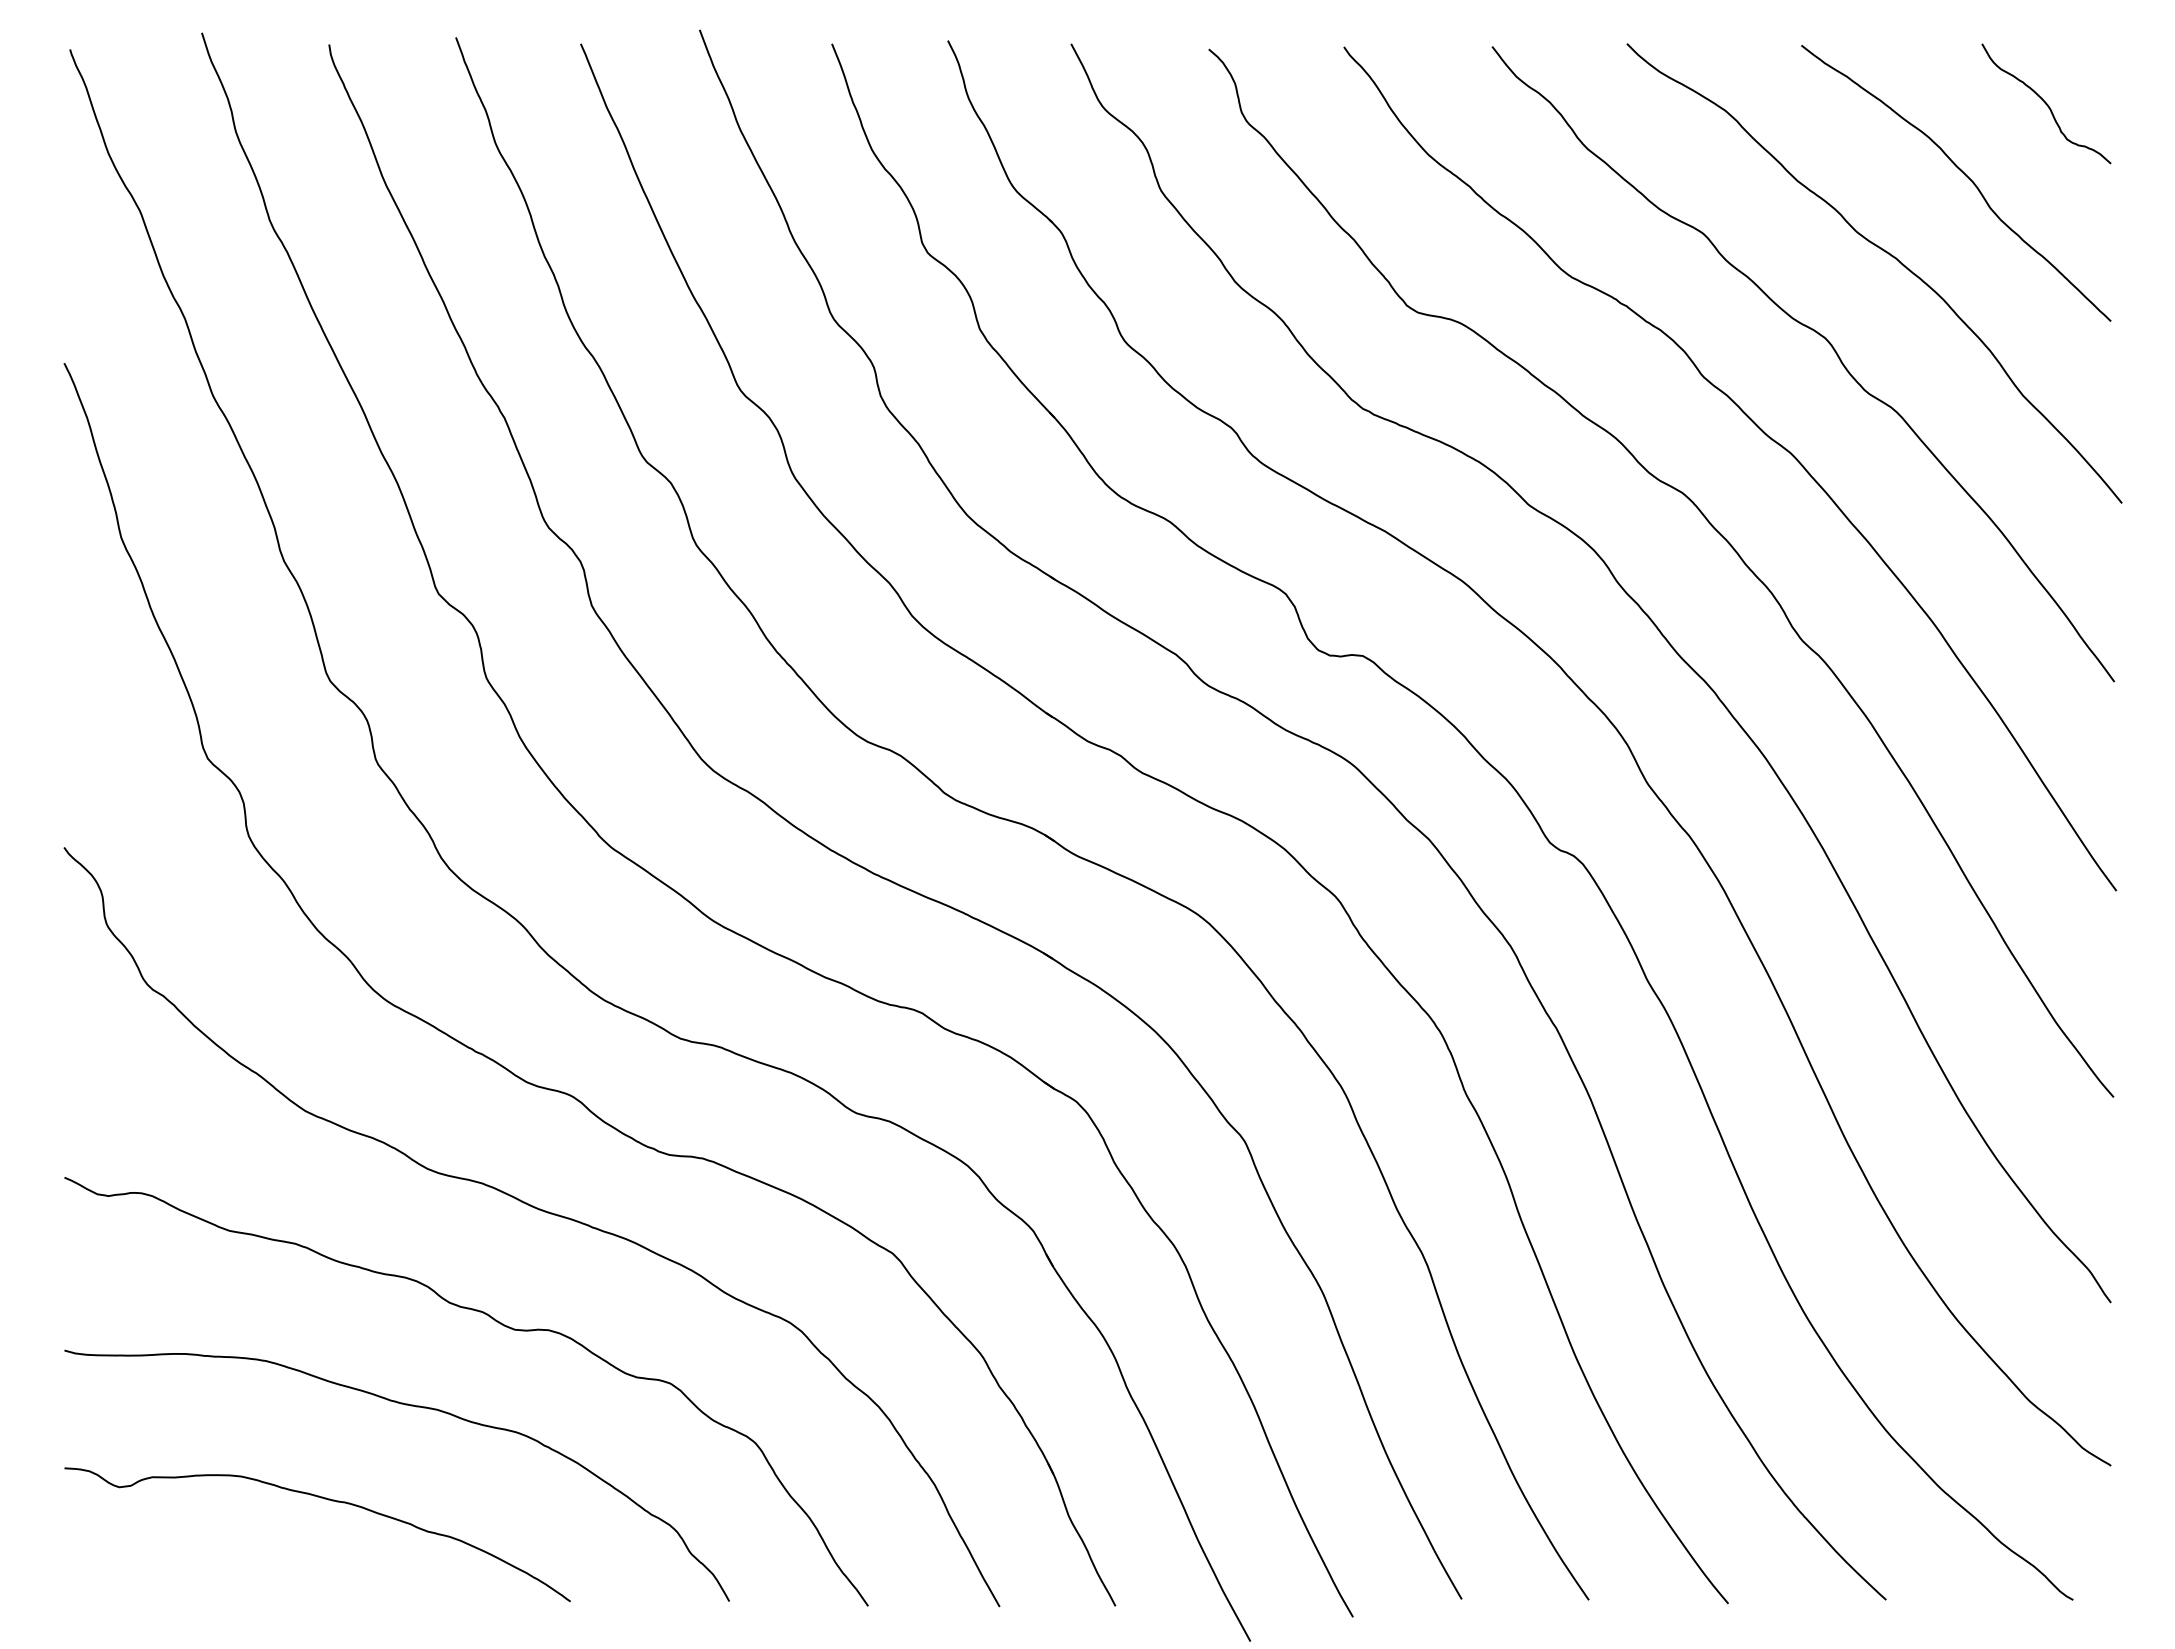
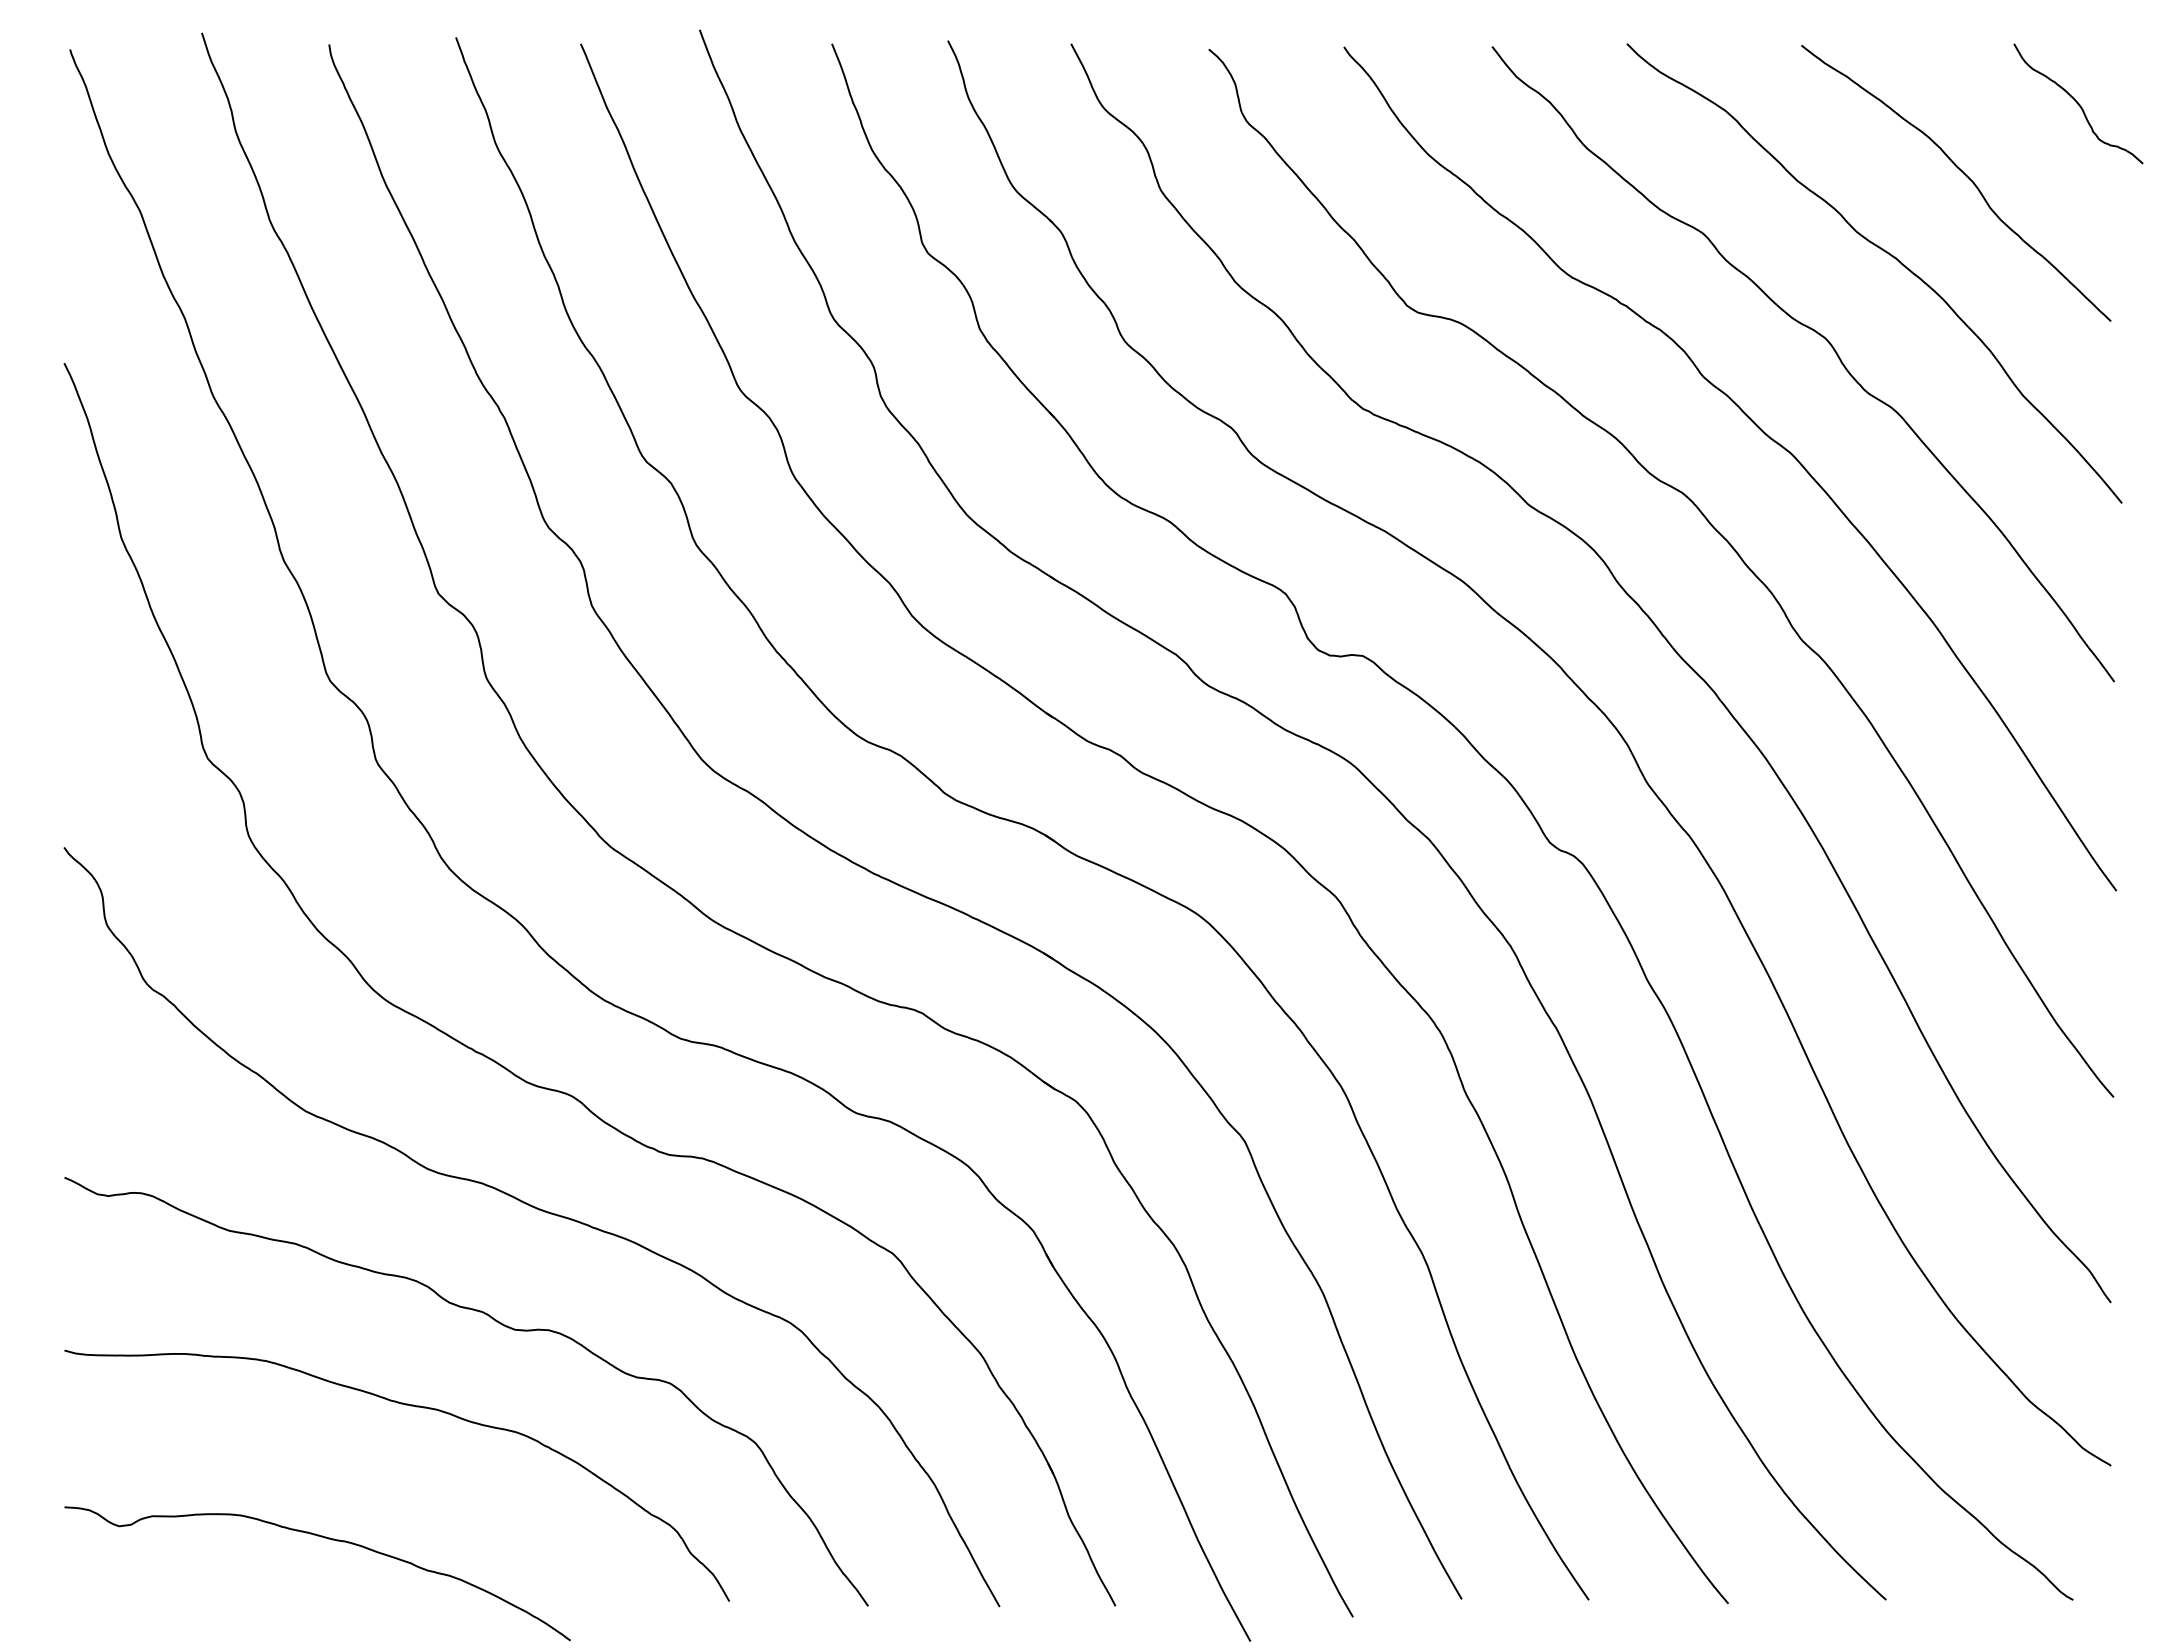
curve at (2046, 103) position: (2046, 103) -> (2078, 103)
curve at (324, 1499) position: (324, 1499) -> (324, 1538)
